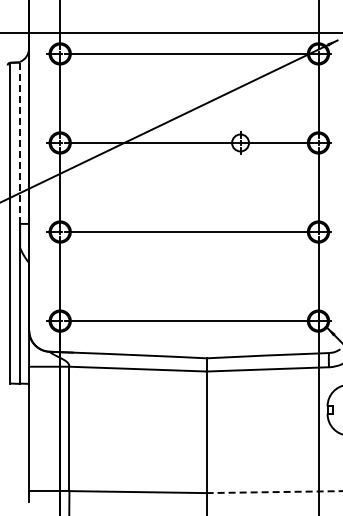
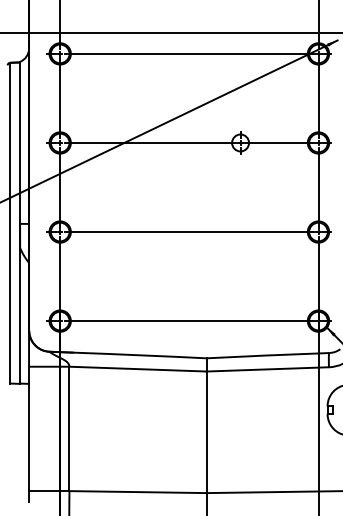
line at (20, 142): dashed -> solid
line at (275, 492): dashed -> solid
